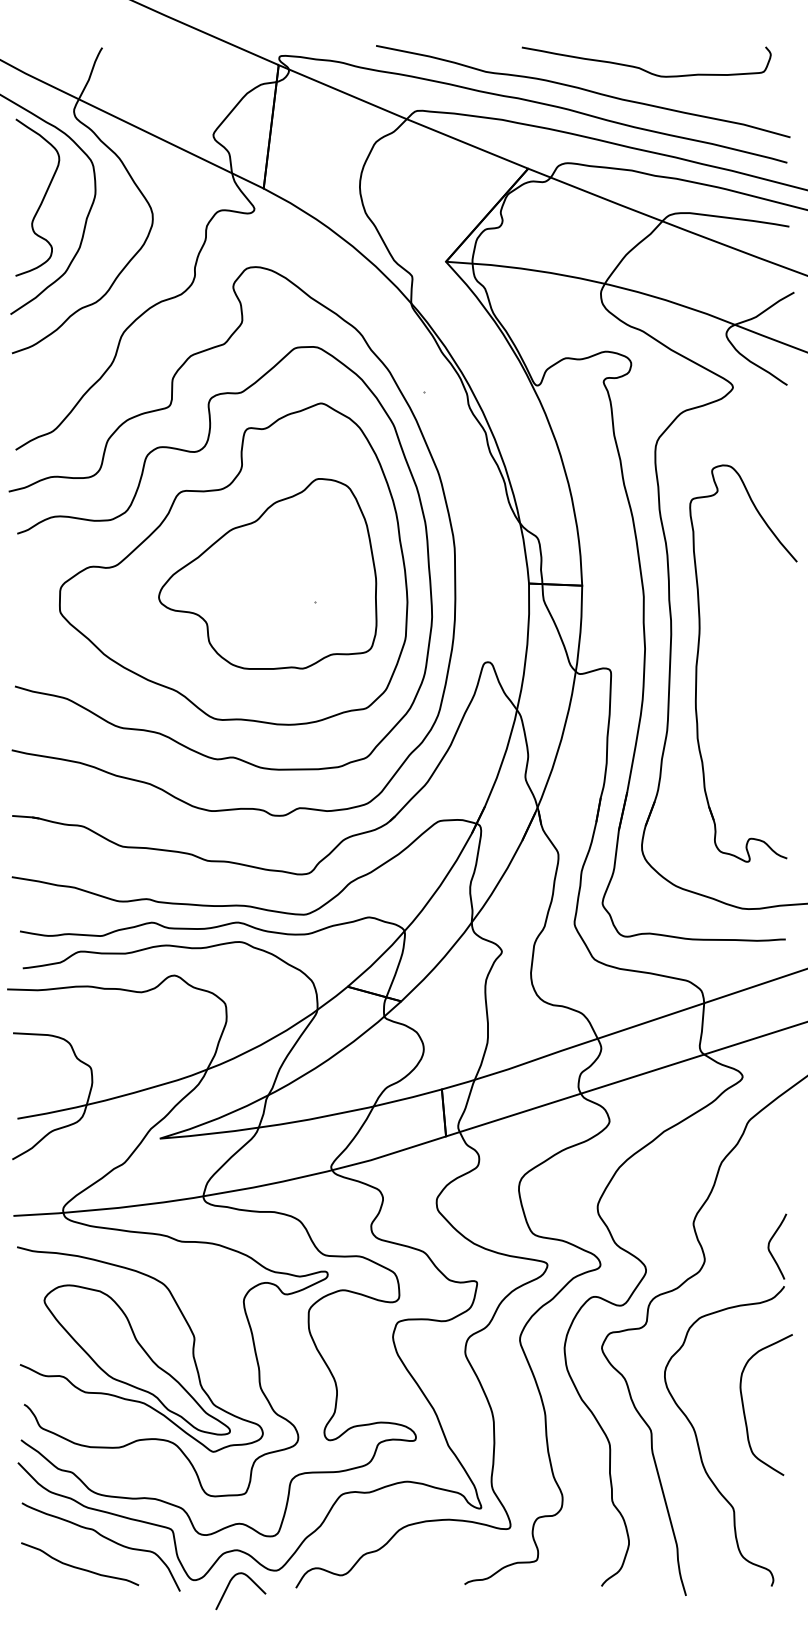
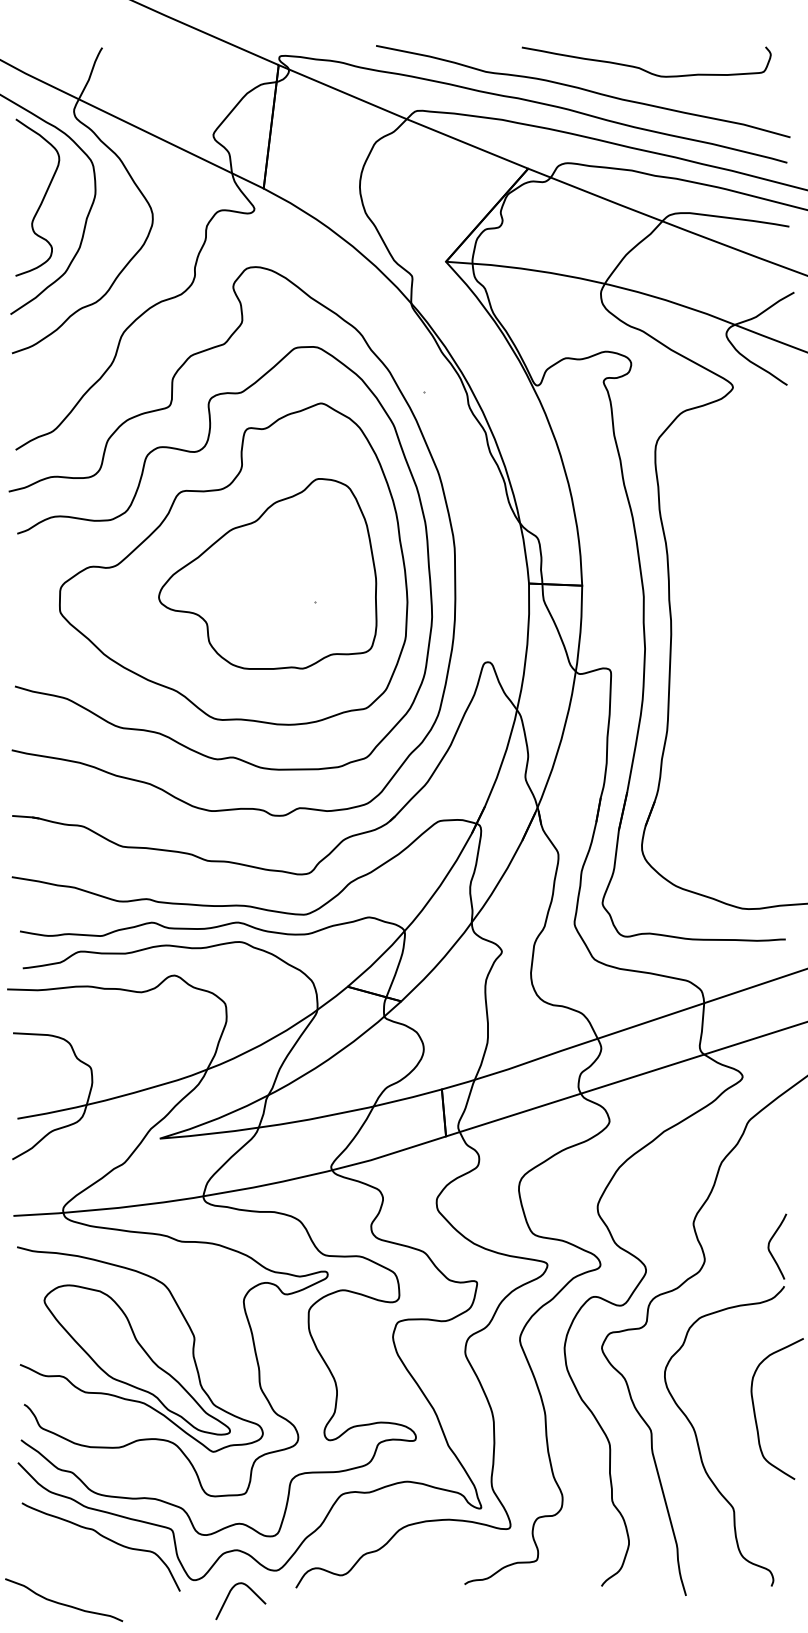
part at (698, 659): present -> none
curve at (744, 1407) position: (744, 1407) -> (755, 1411)
curve at (80, 1567) position: (80, 1567) -> (64, 1603)
curve at (229, 1585) position: (229, 1585) -> (229, 1595)
